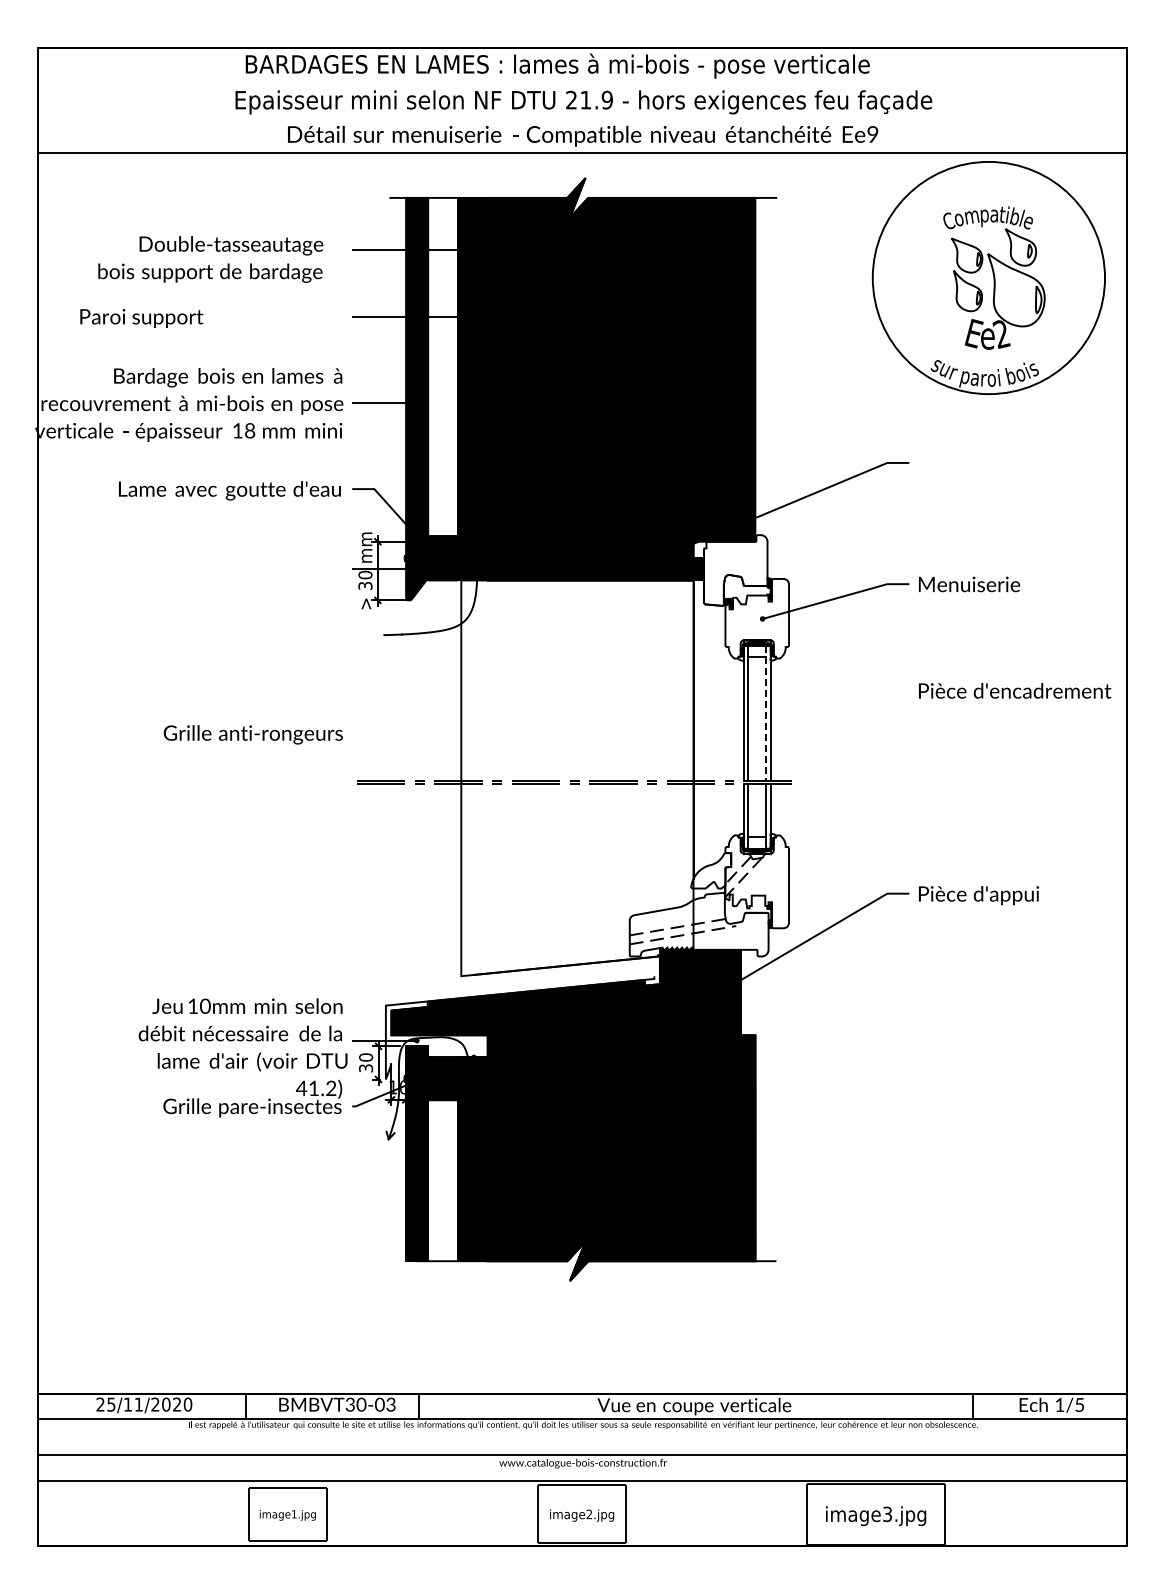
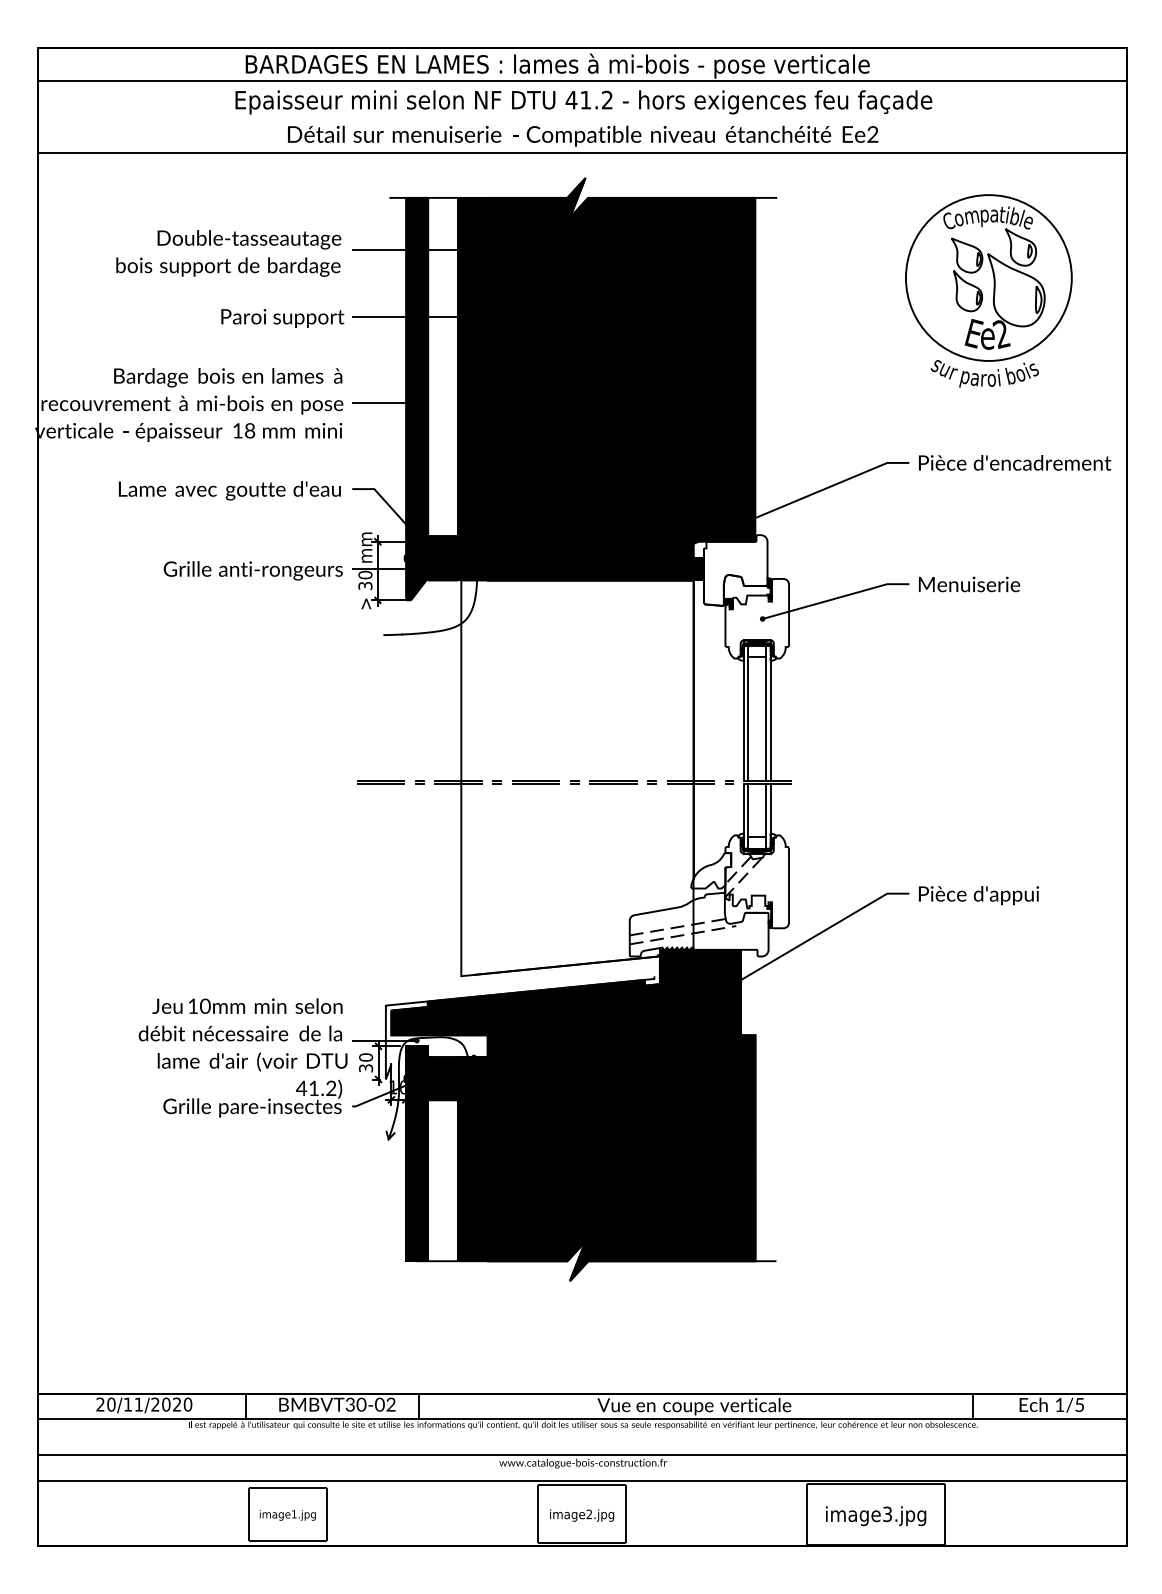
line at (582, 80): none -> present
text at (588, 99): 21.9 -> 41.2
text at (872, 134): Ee9 -> Ee2
text at (210, 259) position: (210, 259) -> (228, 253)
circle at (988, 277) diameter: 232 px -> 166 px
text at (141, 318) position: (141, 318) -> (282, 318)
text at (1015, 690) position: (1015, 690) -> (1015, 462)
line at (766, 713): dashed -> solid
text at (252, 734) position: (252, 734) -> (252, 570)
text at (111, 1404): 25/11/2020 -> 20/11/2020
text at (390, 1406): \c16711848;BMBVT30-03 -> \c16711848;BMBVT30-02
